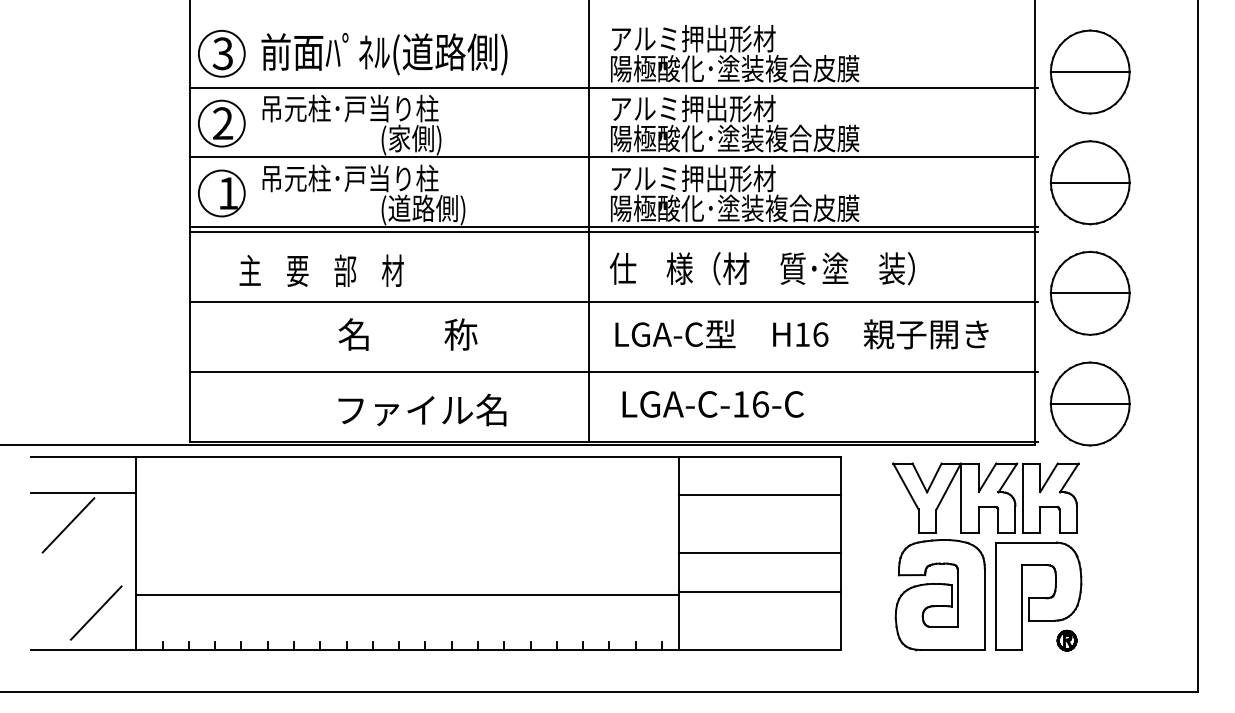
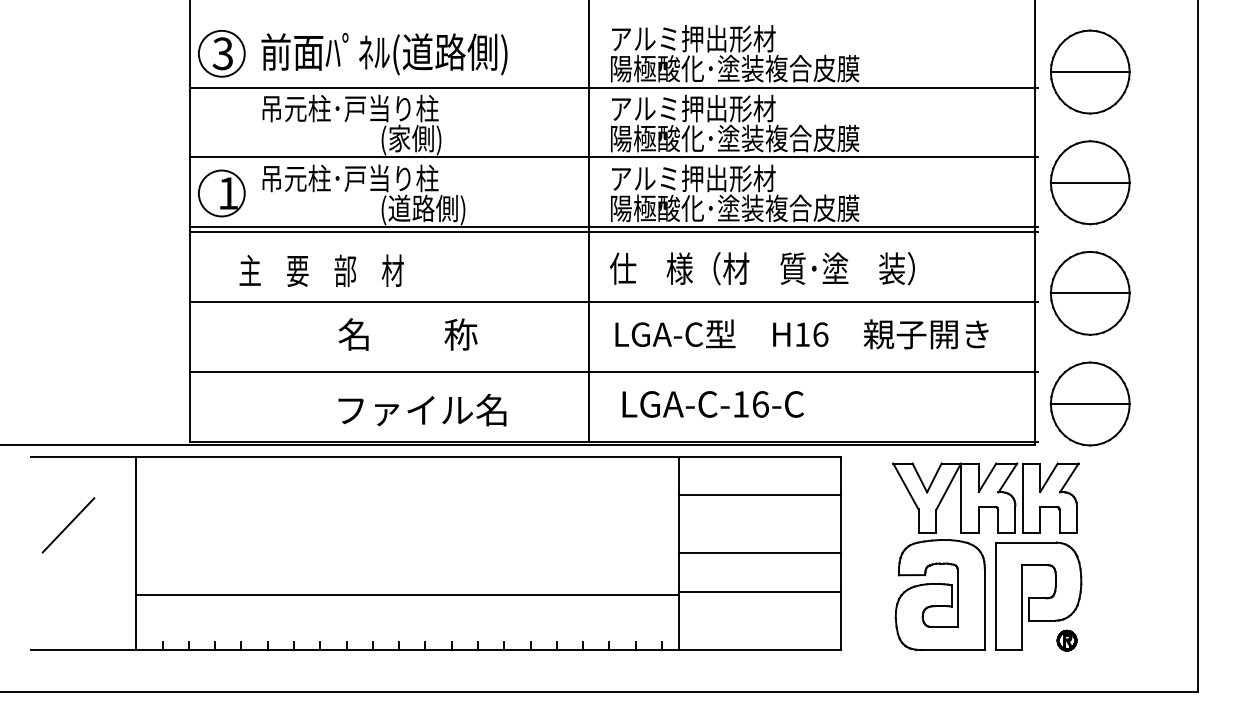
part at (221, 123): present -> none
line at (83, 492): present -> none
line at (96, 612): present -> none
